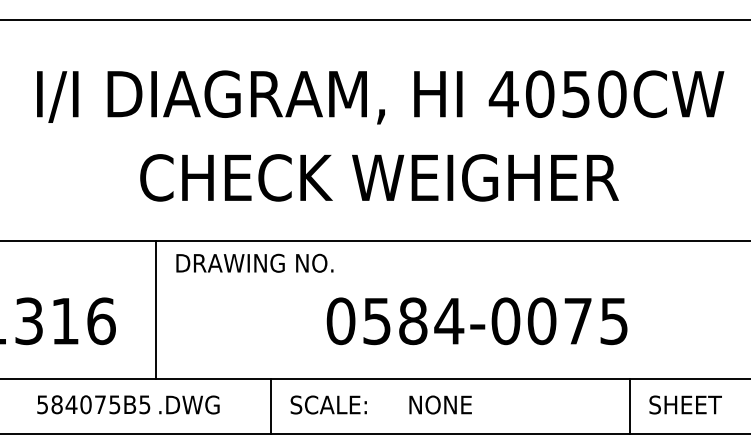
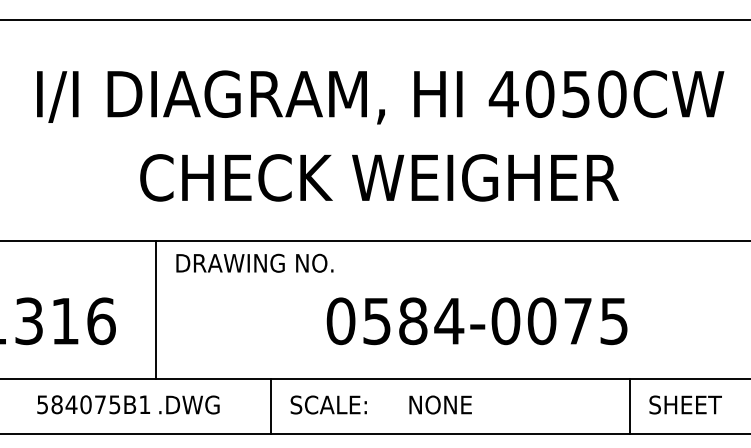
text at (144, 404): 584075B5 -> 584075B1
